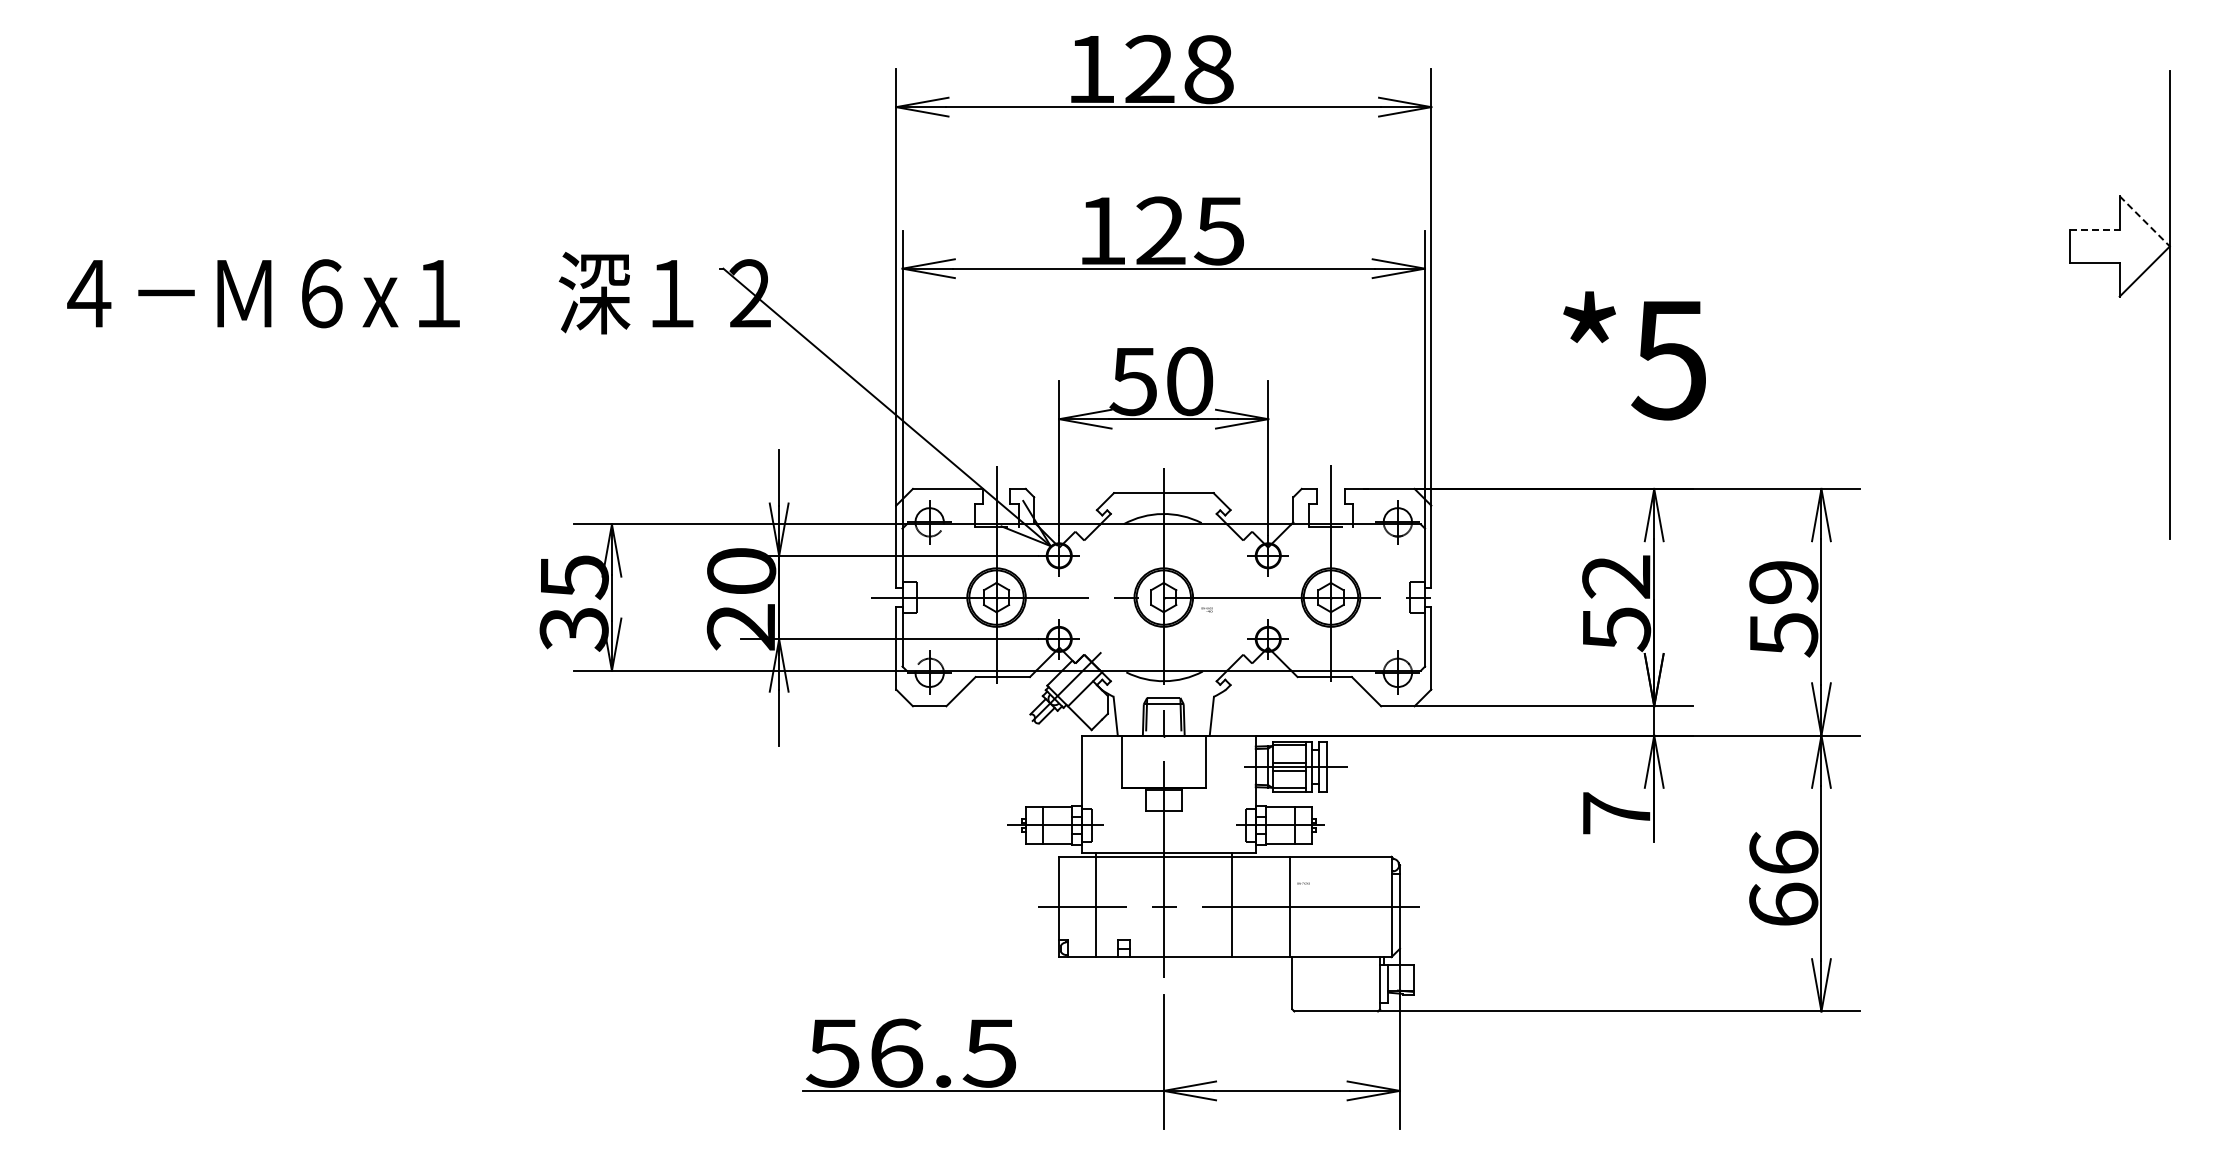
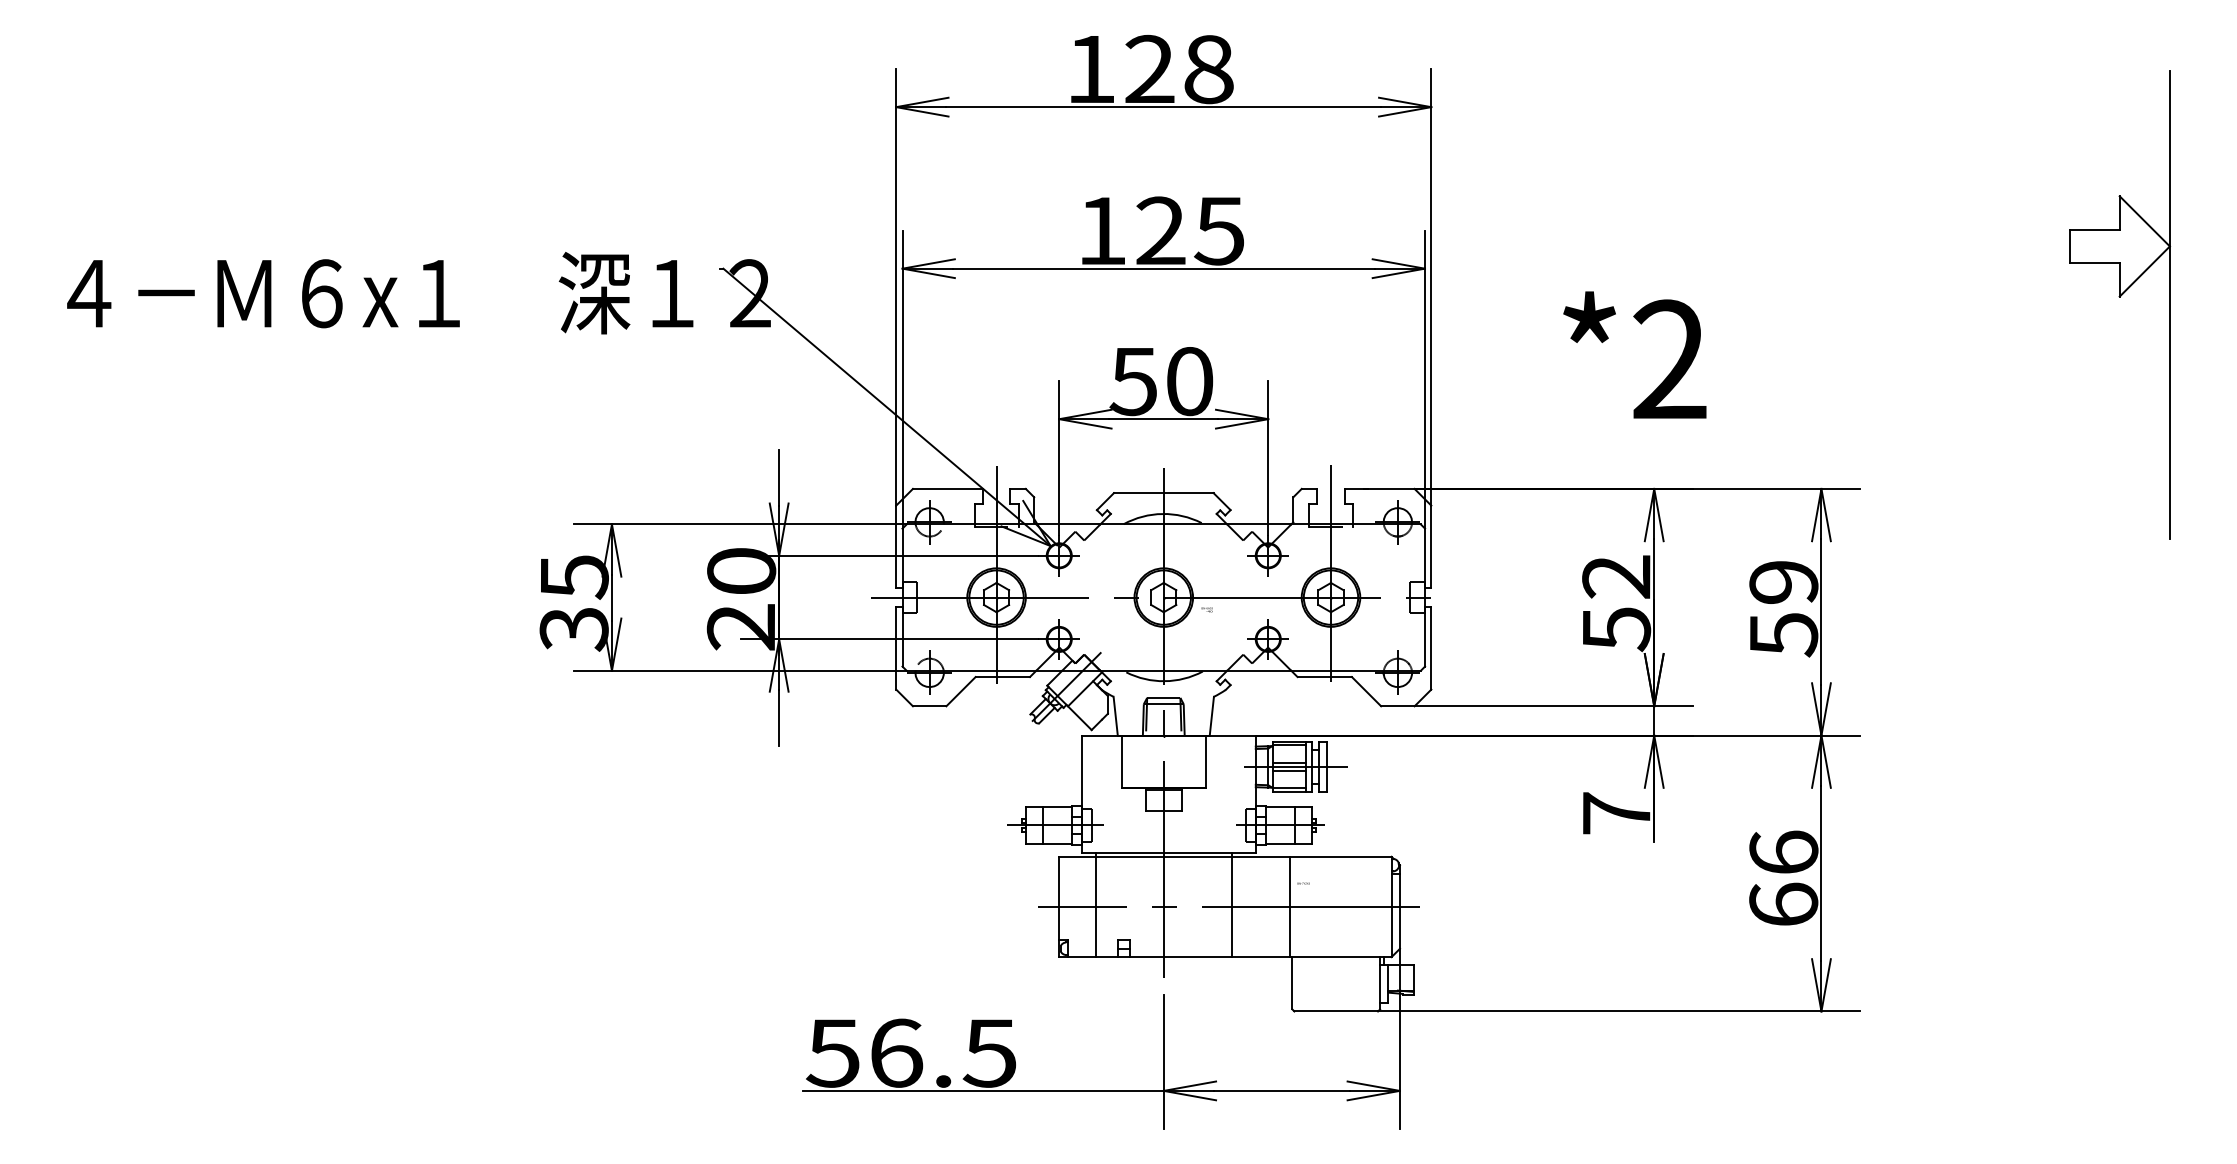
line at (2145, 221): dashed -> solid
line at (2095, 229): dashed -> solid
text at (1668, 359): *5 -> *2
